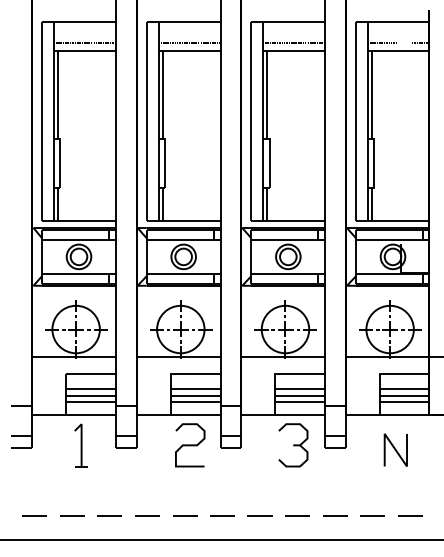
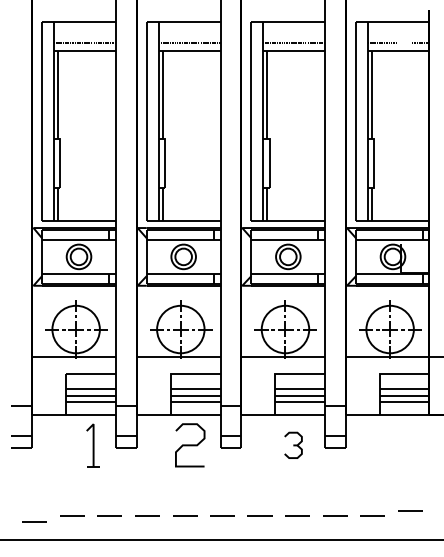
part at (80, 445) position: (80, 445) -> (92, 445)
part at (293, 445) size: 31x45 px -> 19x28 px
curve at (395, 449): present -> none
line at (34, 515) position: (34, 515) -> (34, 521)
line at (410, 515) position: (410, 515) -> (410, 510)
